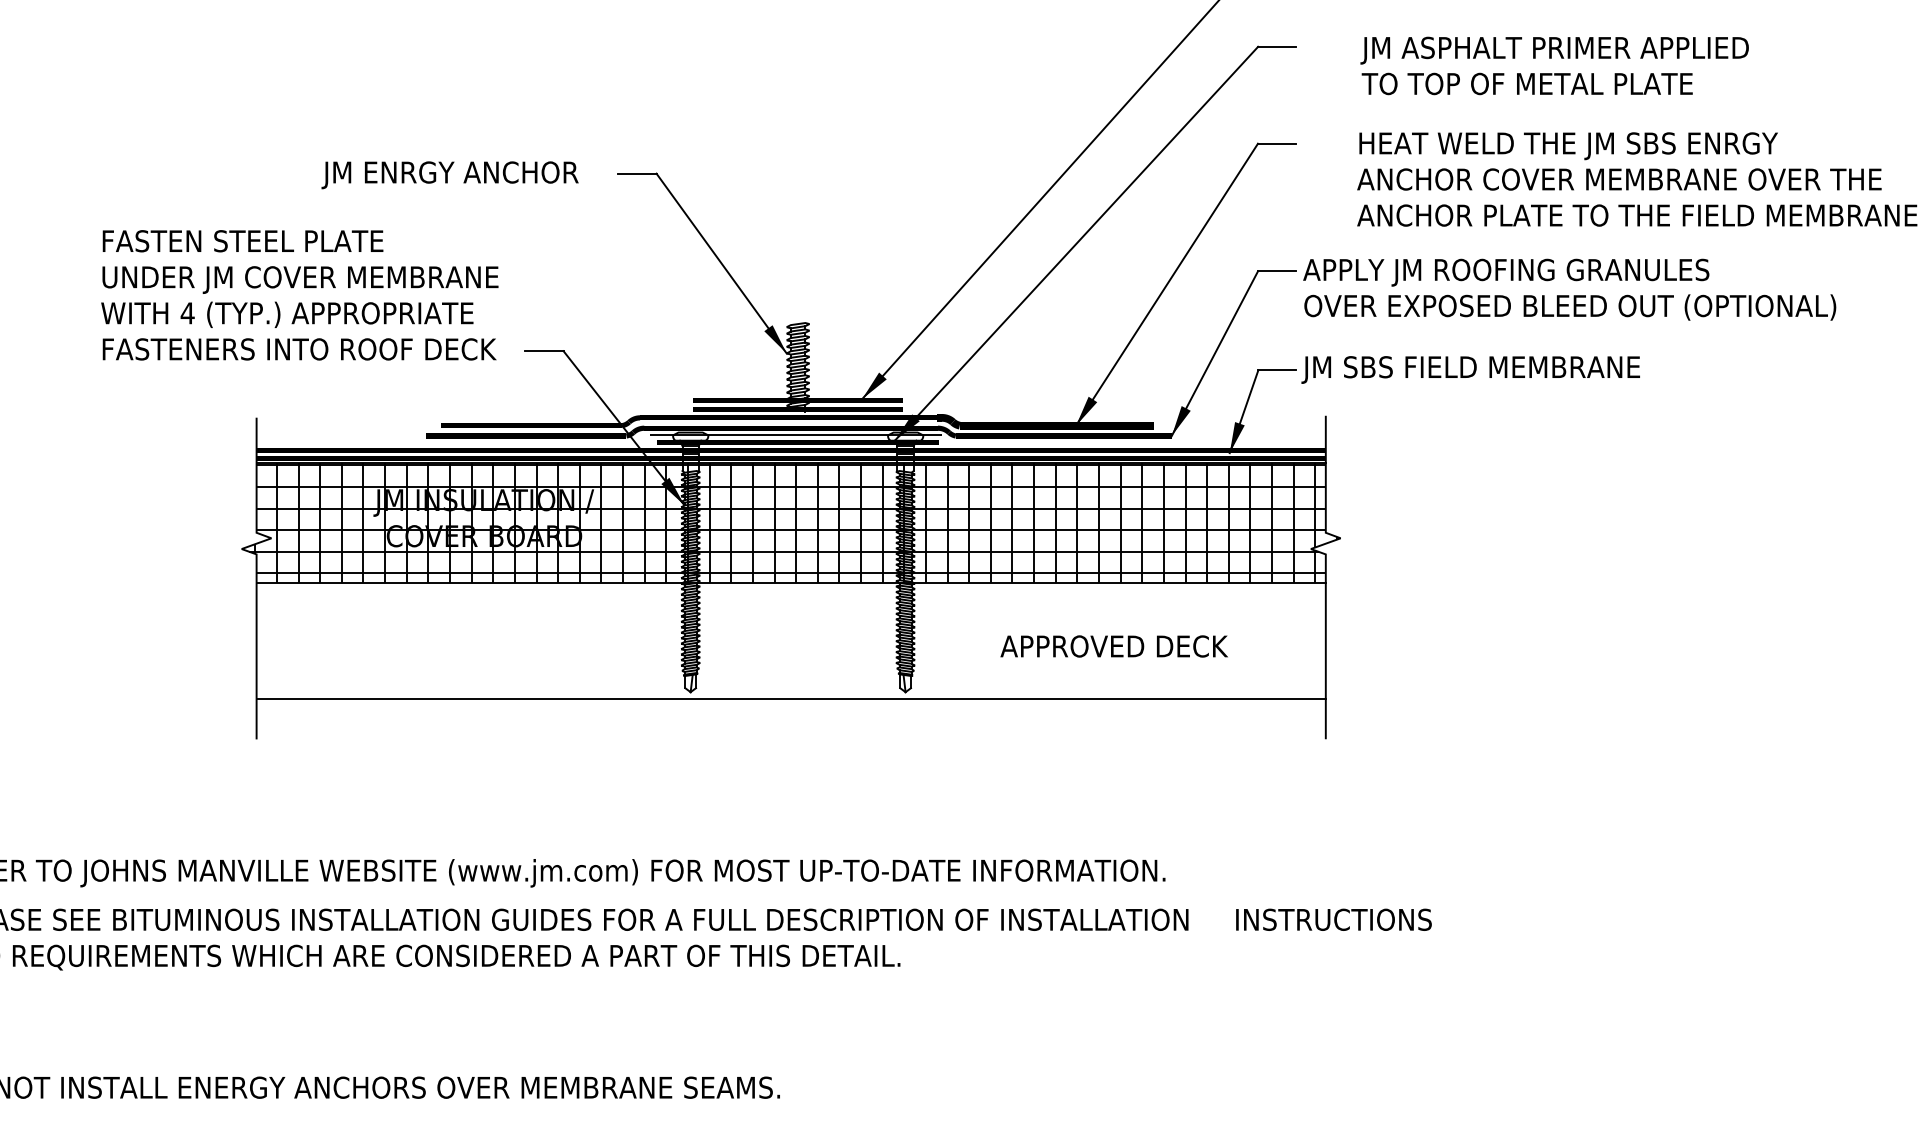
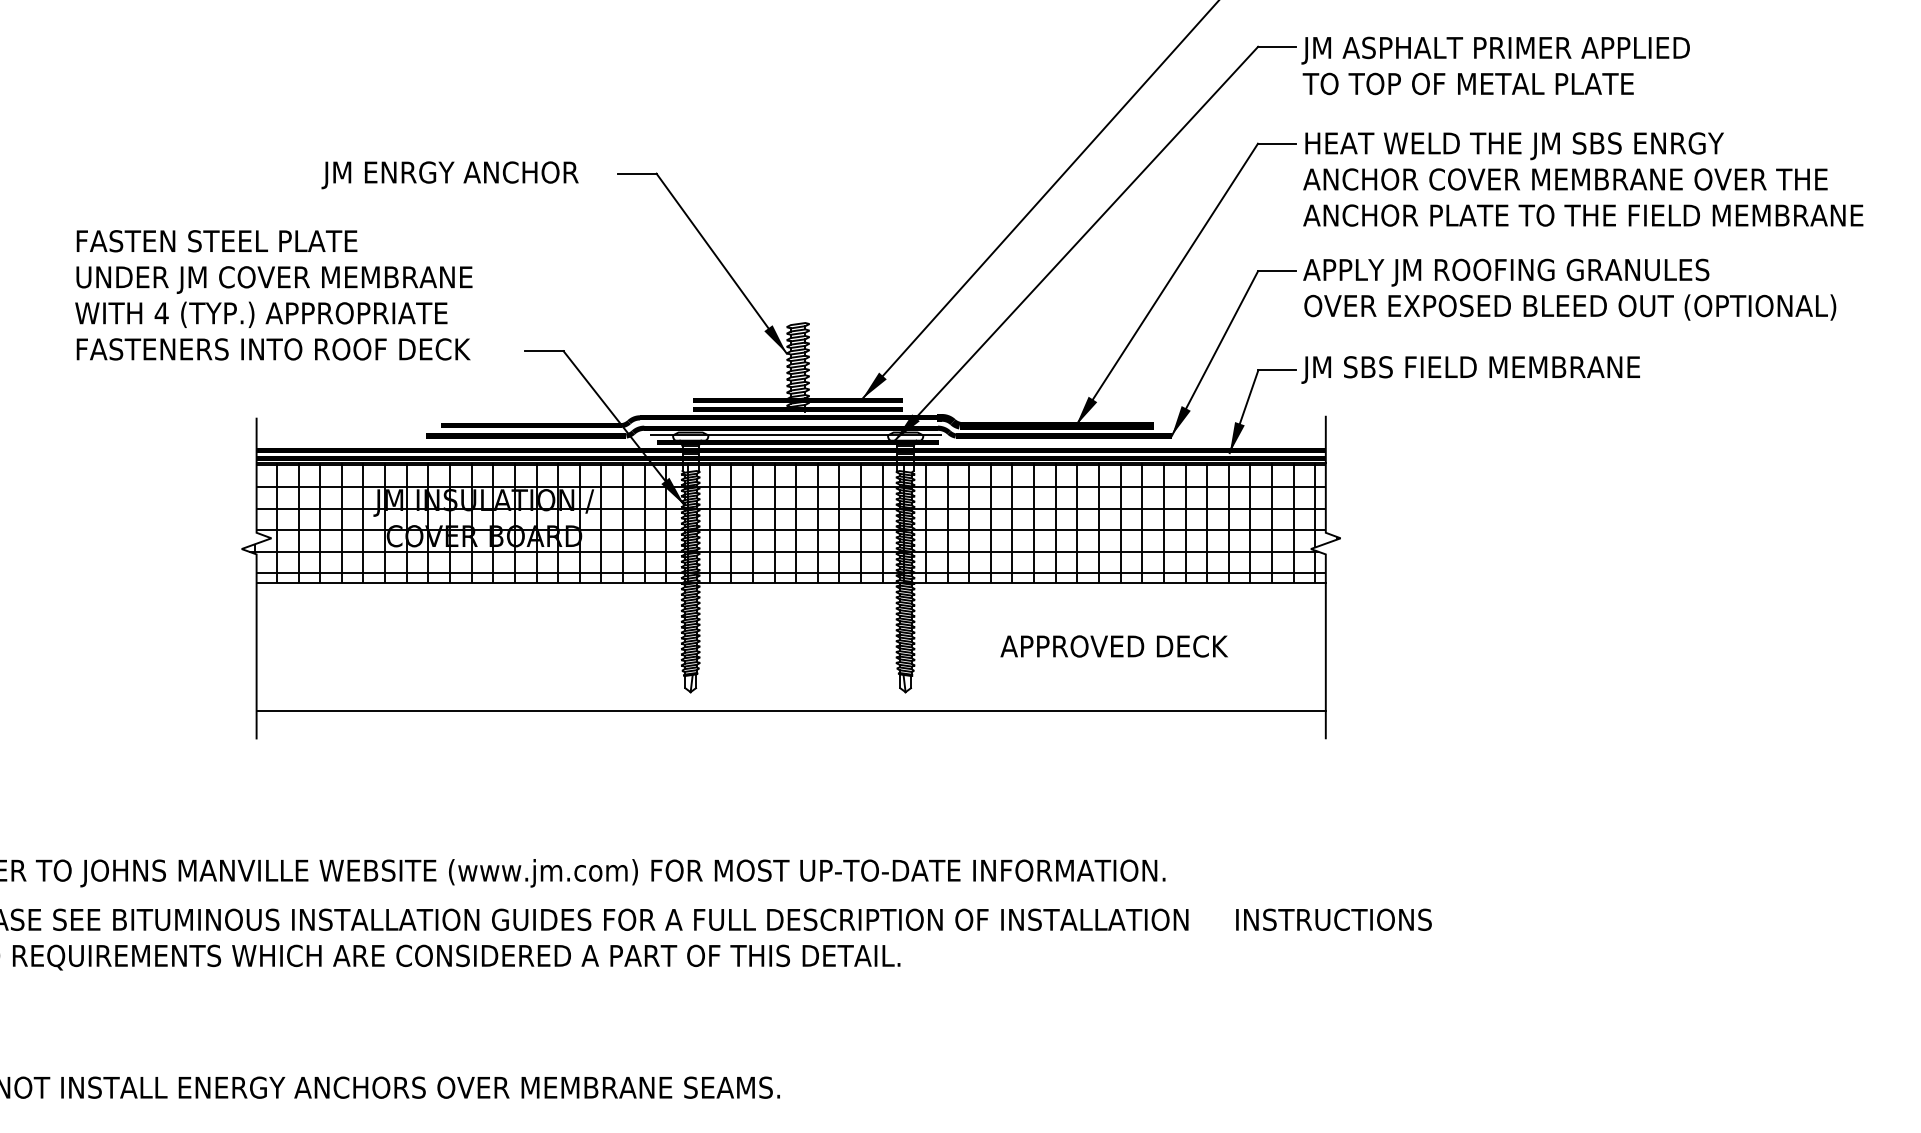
text at (1554, 65) position: (1554, 65) -> (1495, 65)
text at (1637, 179) position: (1637, 179) -> (1583, 179)
text at (299, 295) position: (299, 295) -> (273, 295)
line at (790, 699) position: (790, 699) -> (790, 711)
